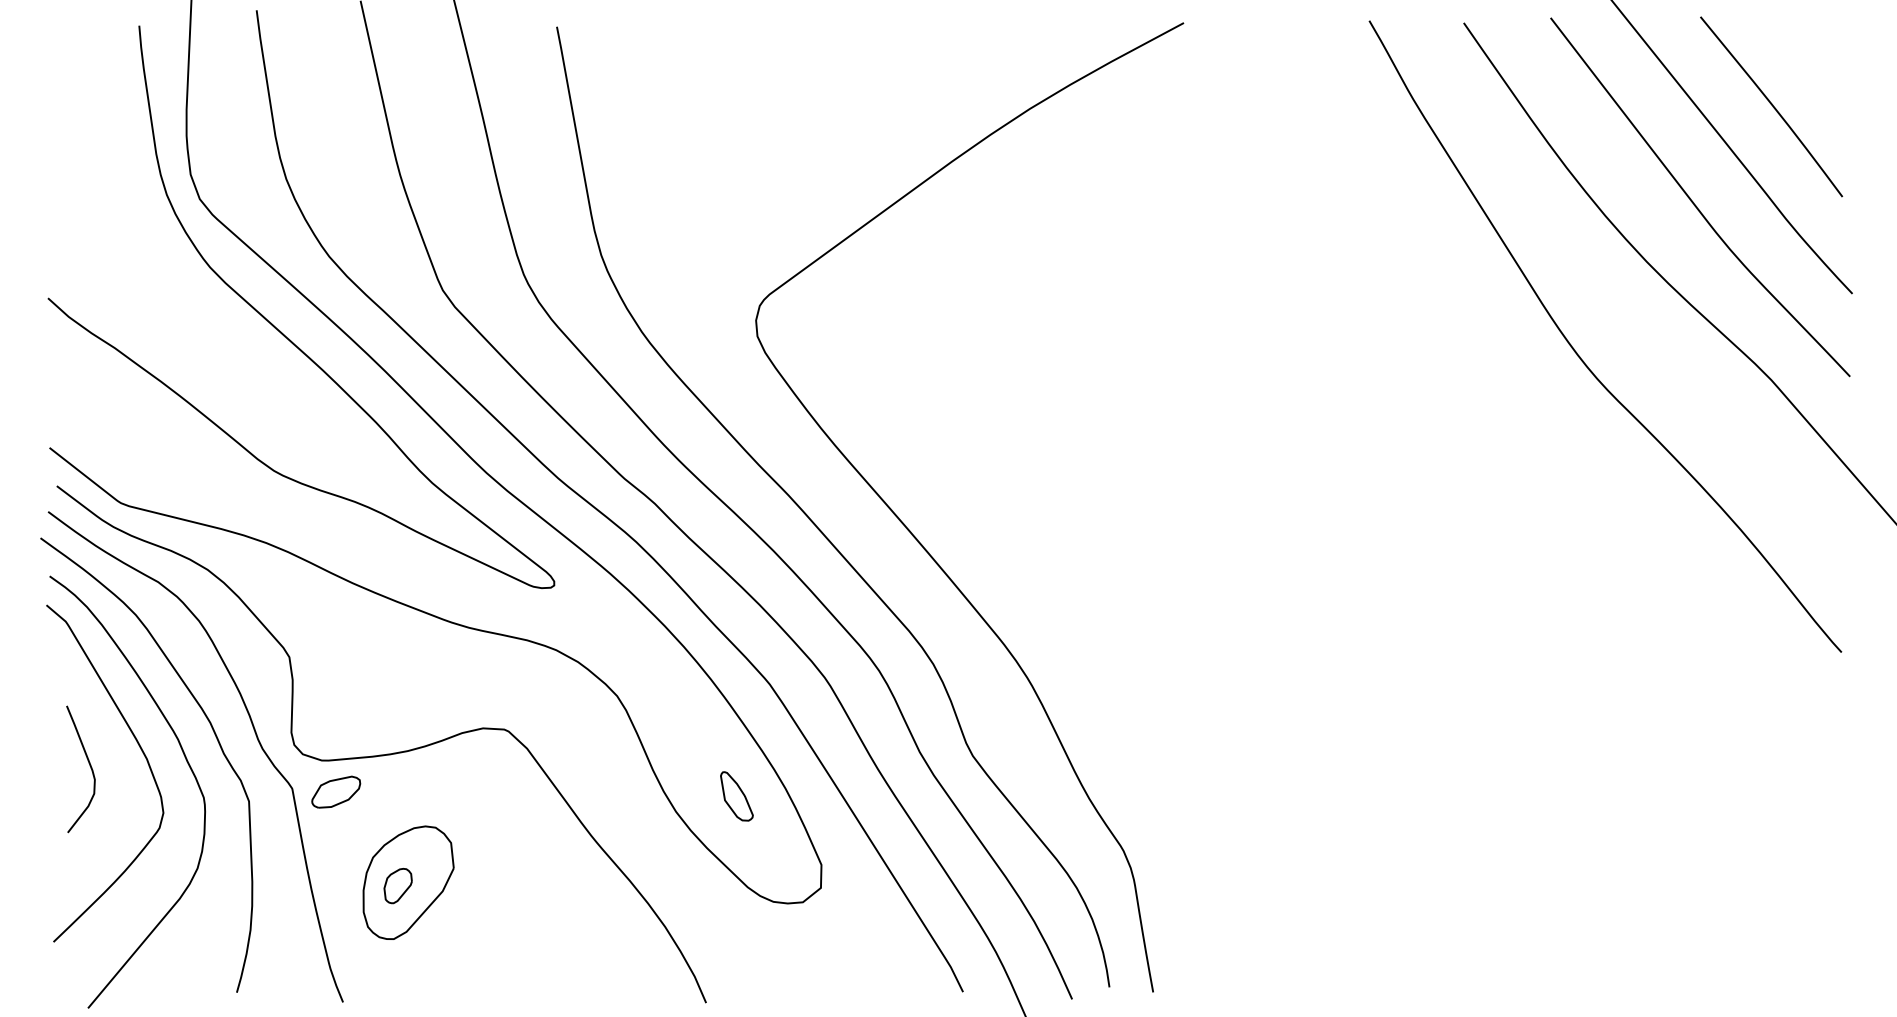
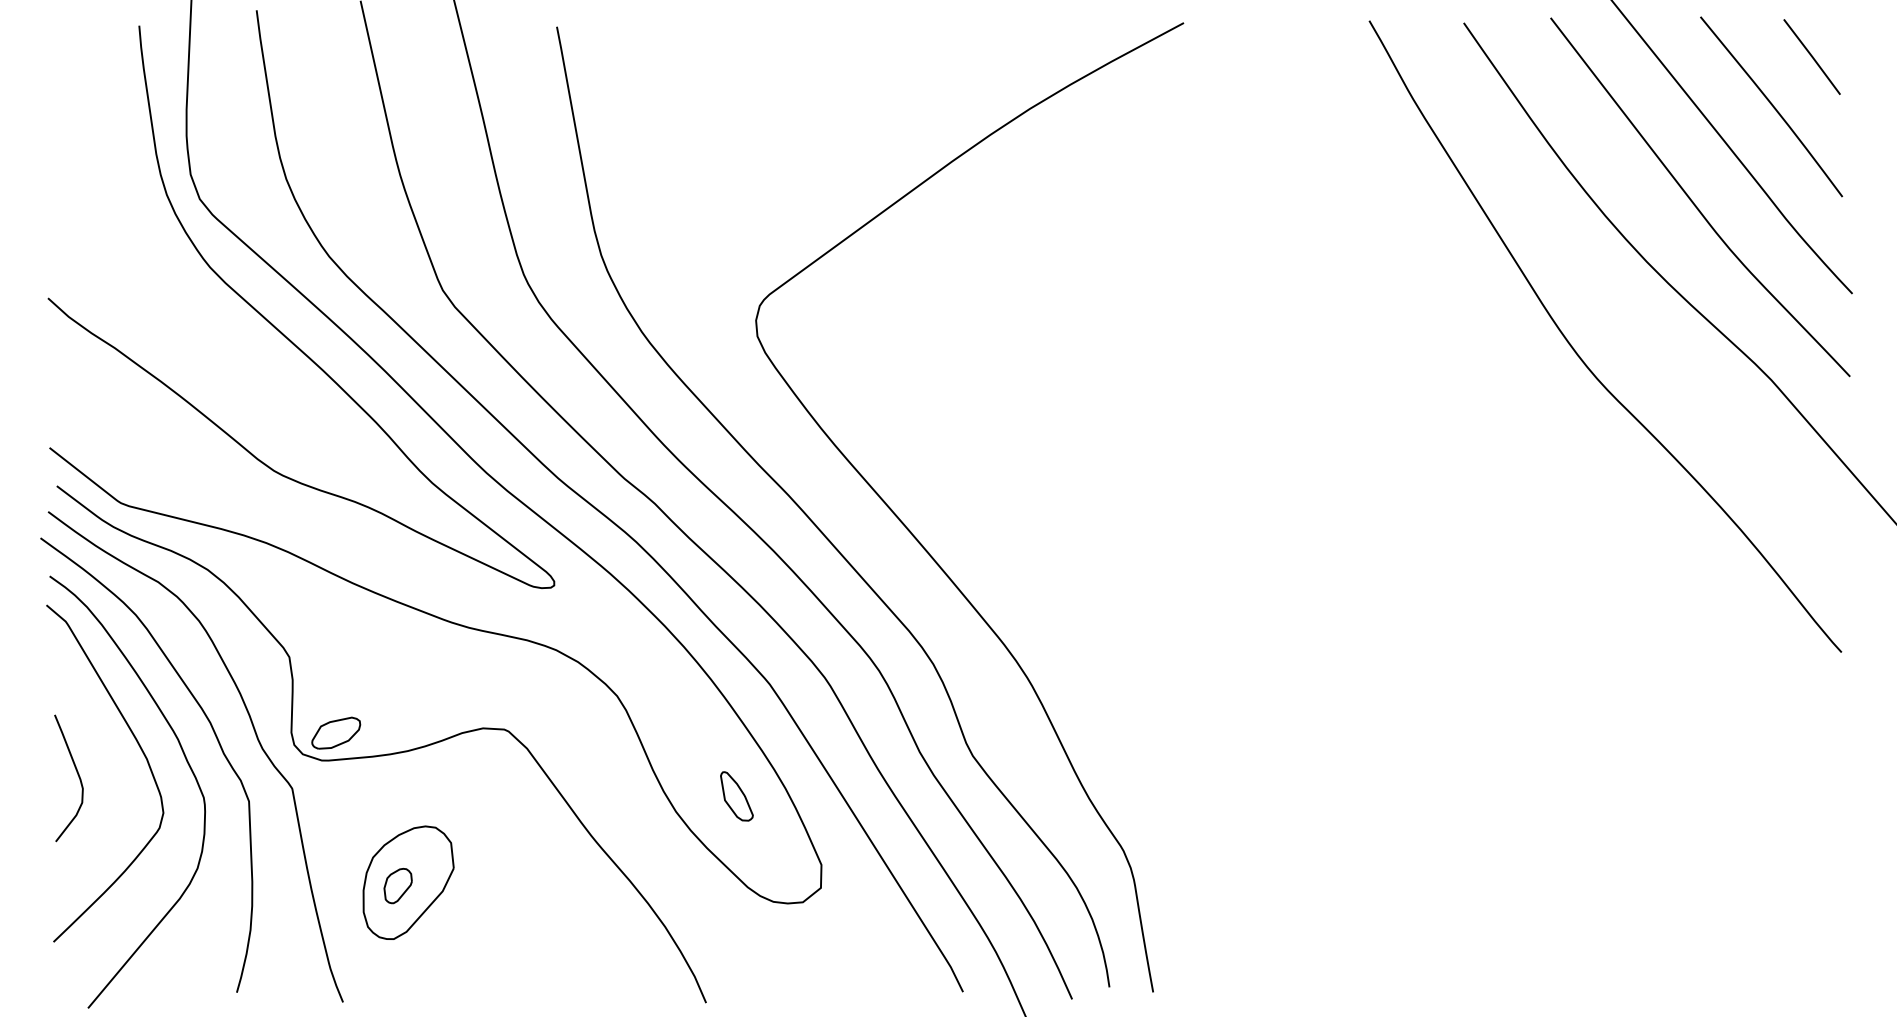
line at (1811, 56): none -> present
curve at (89, 766) position: (89, 766) -> (77, 775)
part at (336, 791) position: (336, 791) -> (336, 732)
